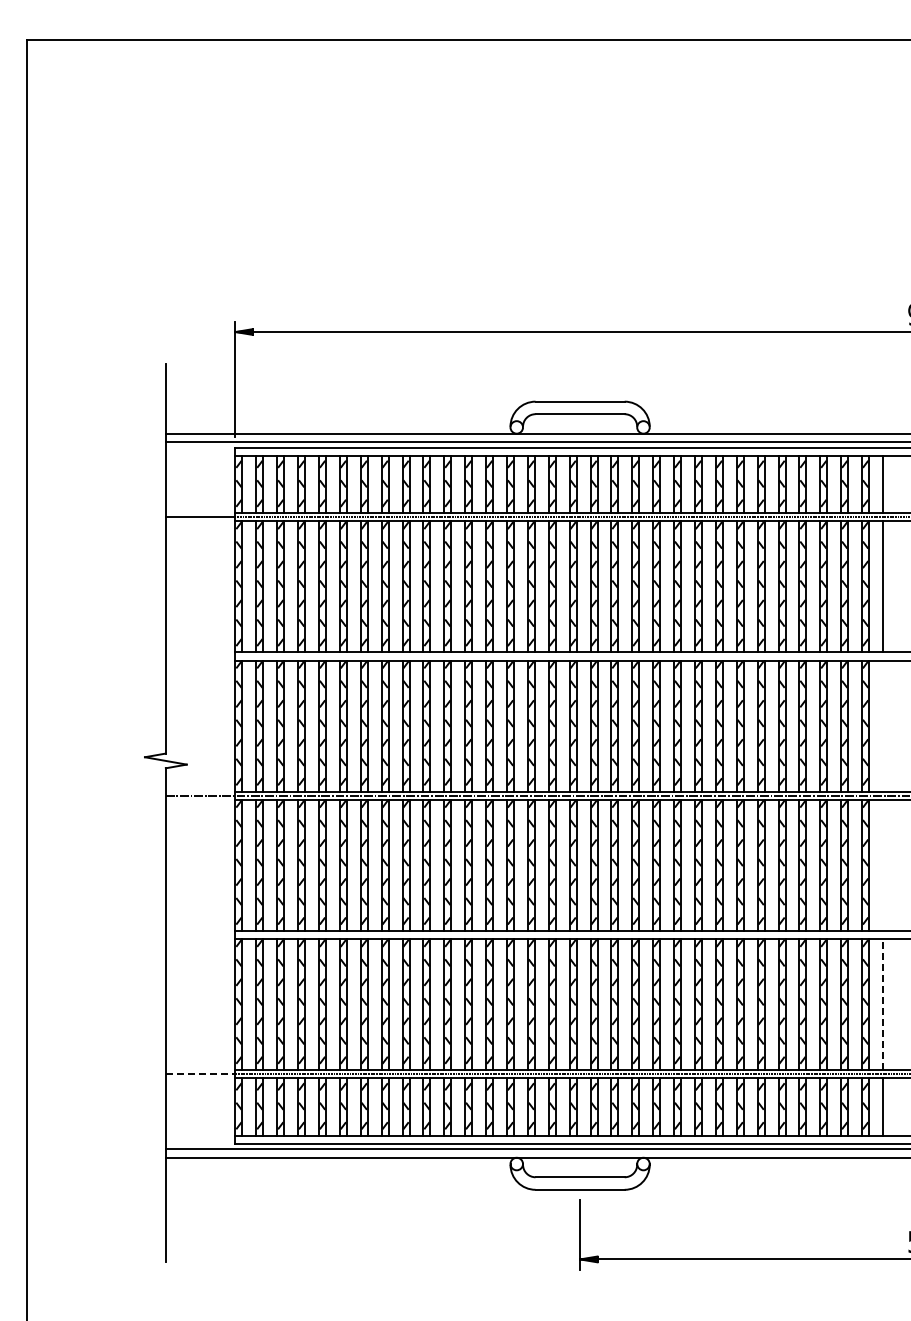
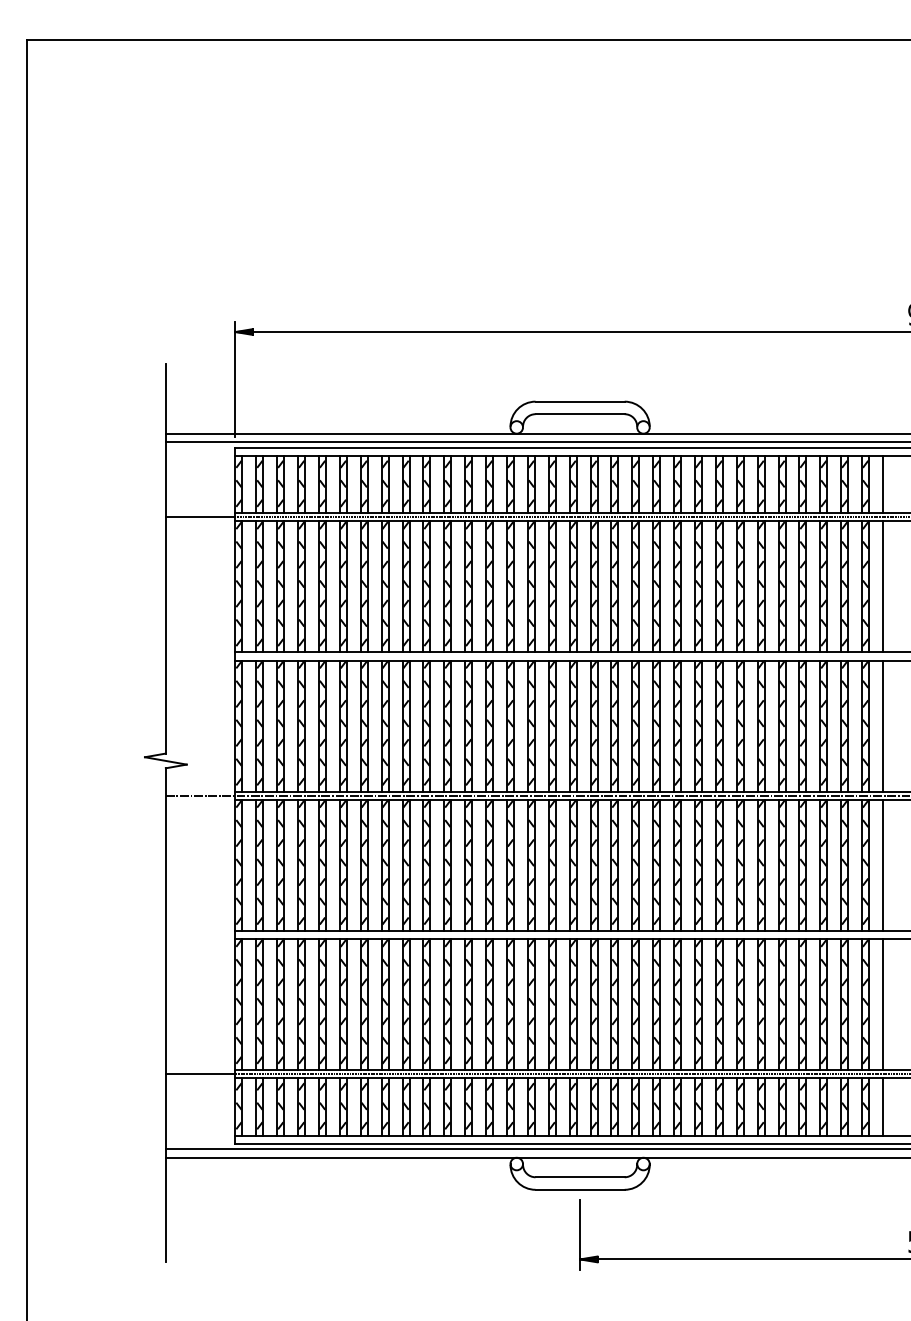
line at (882, 725): none -> present
line at (882, 864): none -> present
line at (882, 1004): dashed -> solid
line at (200, 1074): dashed -> solid
